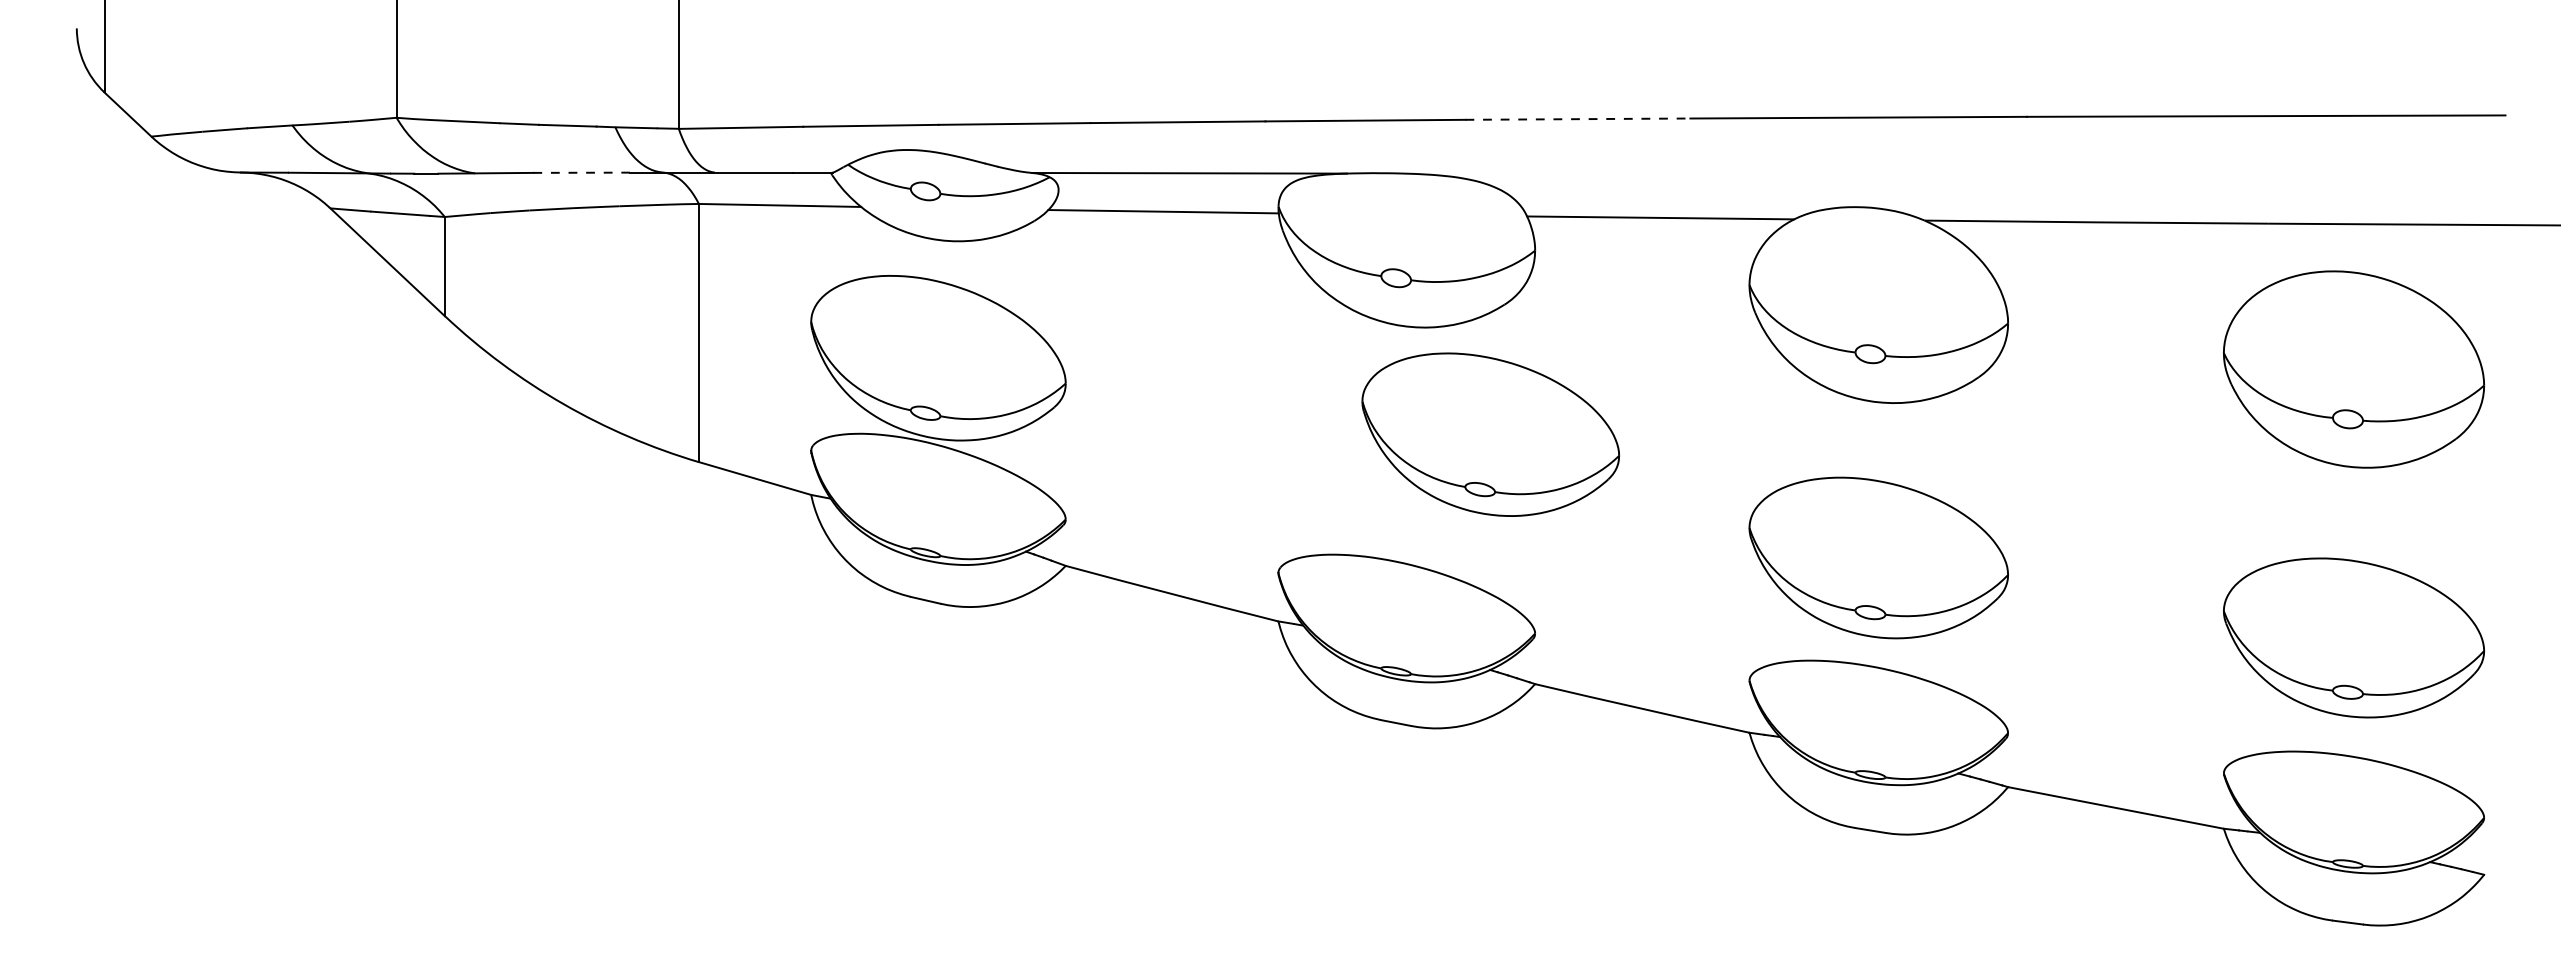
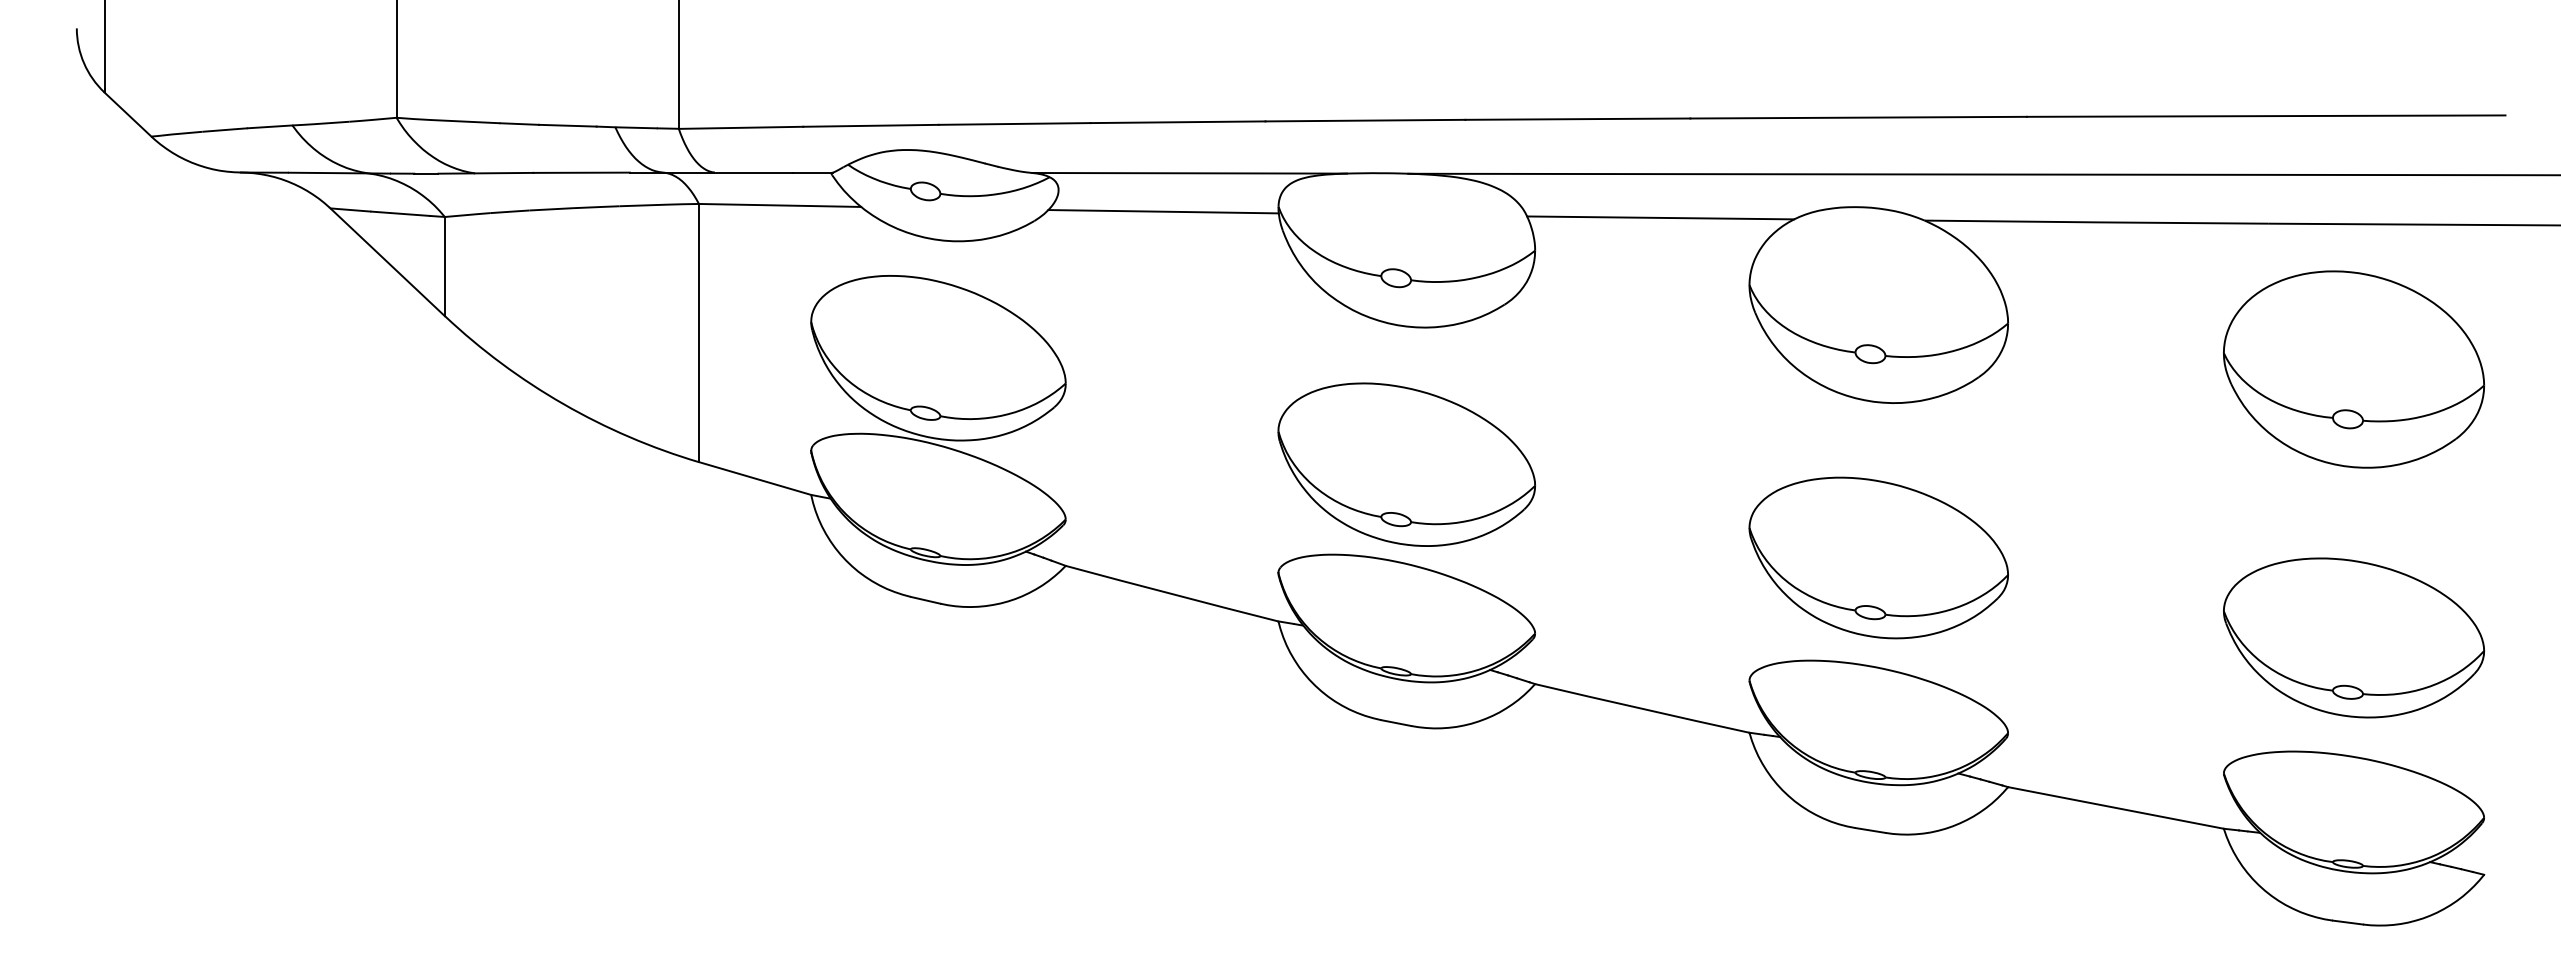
line at (1578, 119): dashed -> solid
line at (582, 172): dashed -> solid
line at (1982, 174): none -> present
part at (1490, 434) position: (1490, 434) -> (1406, 464)
